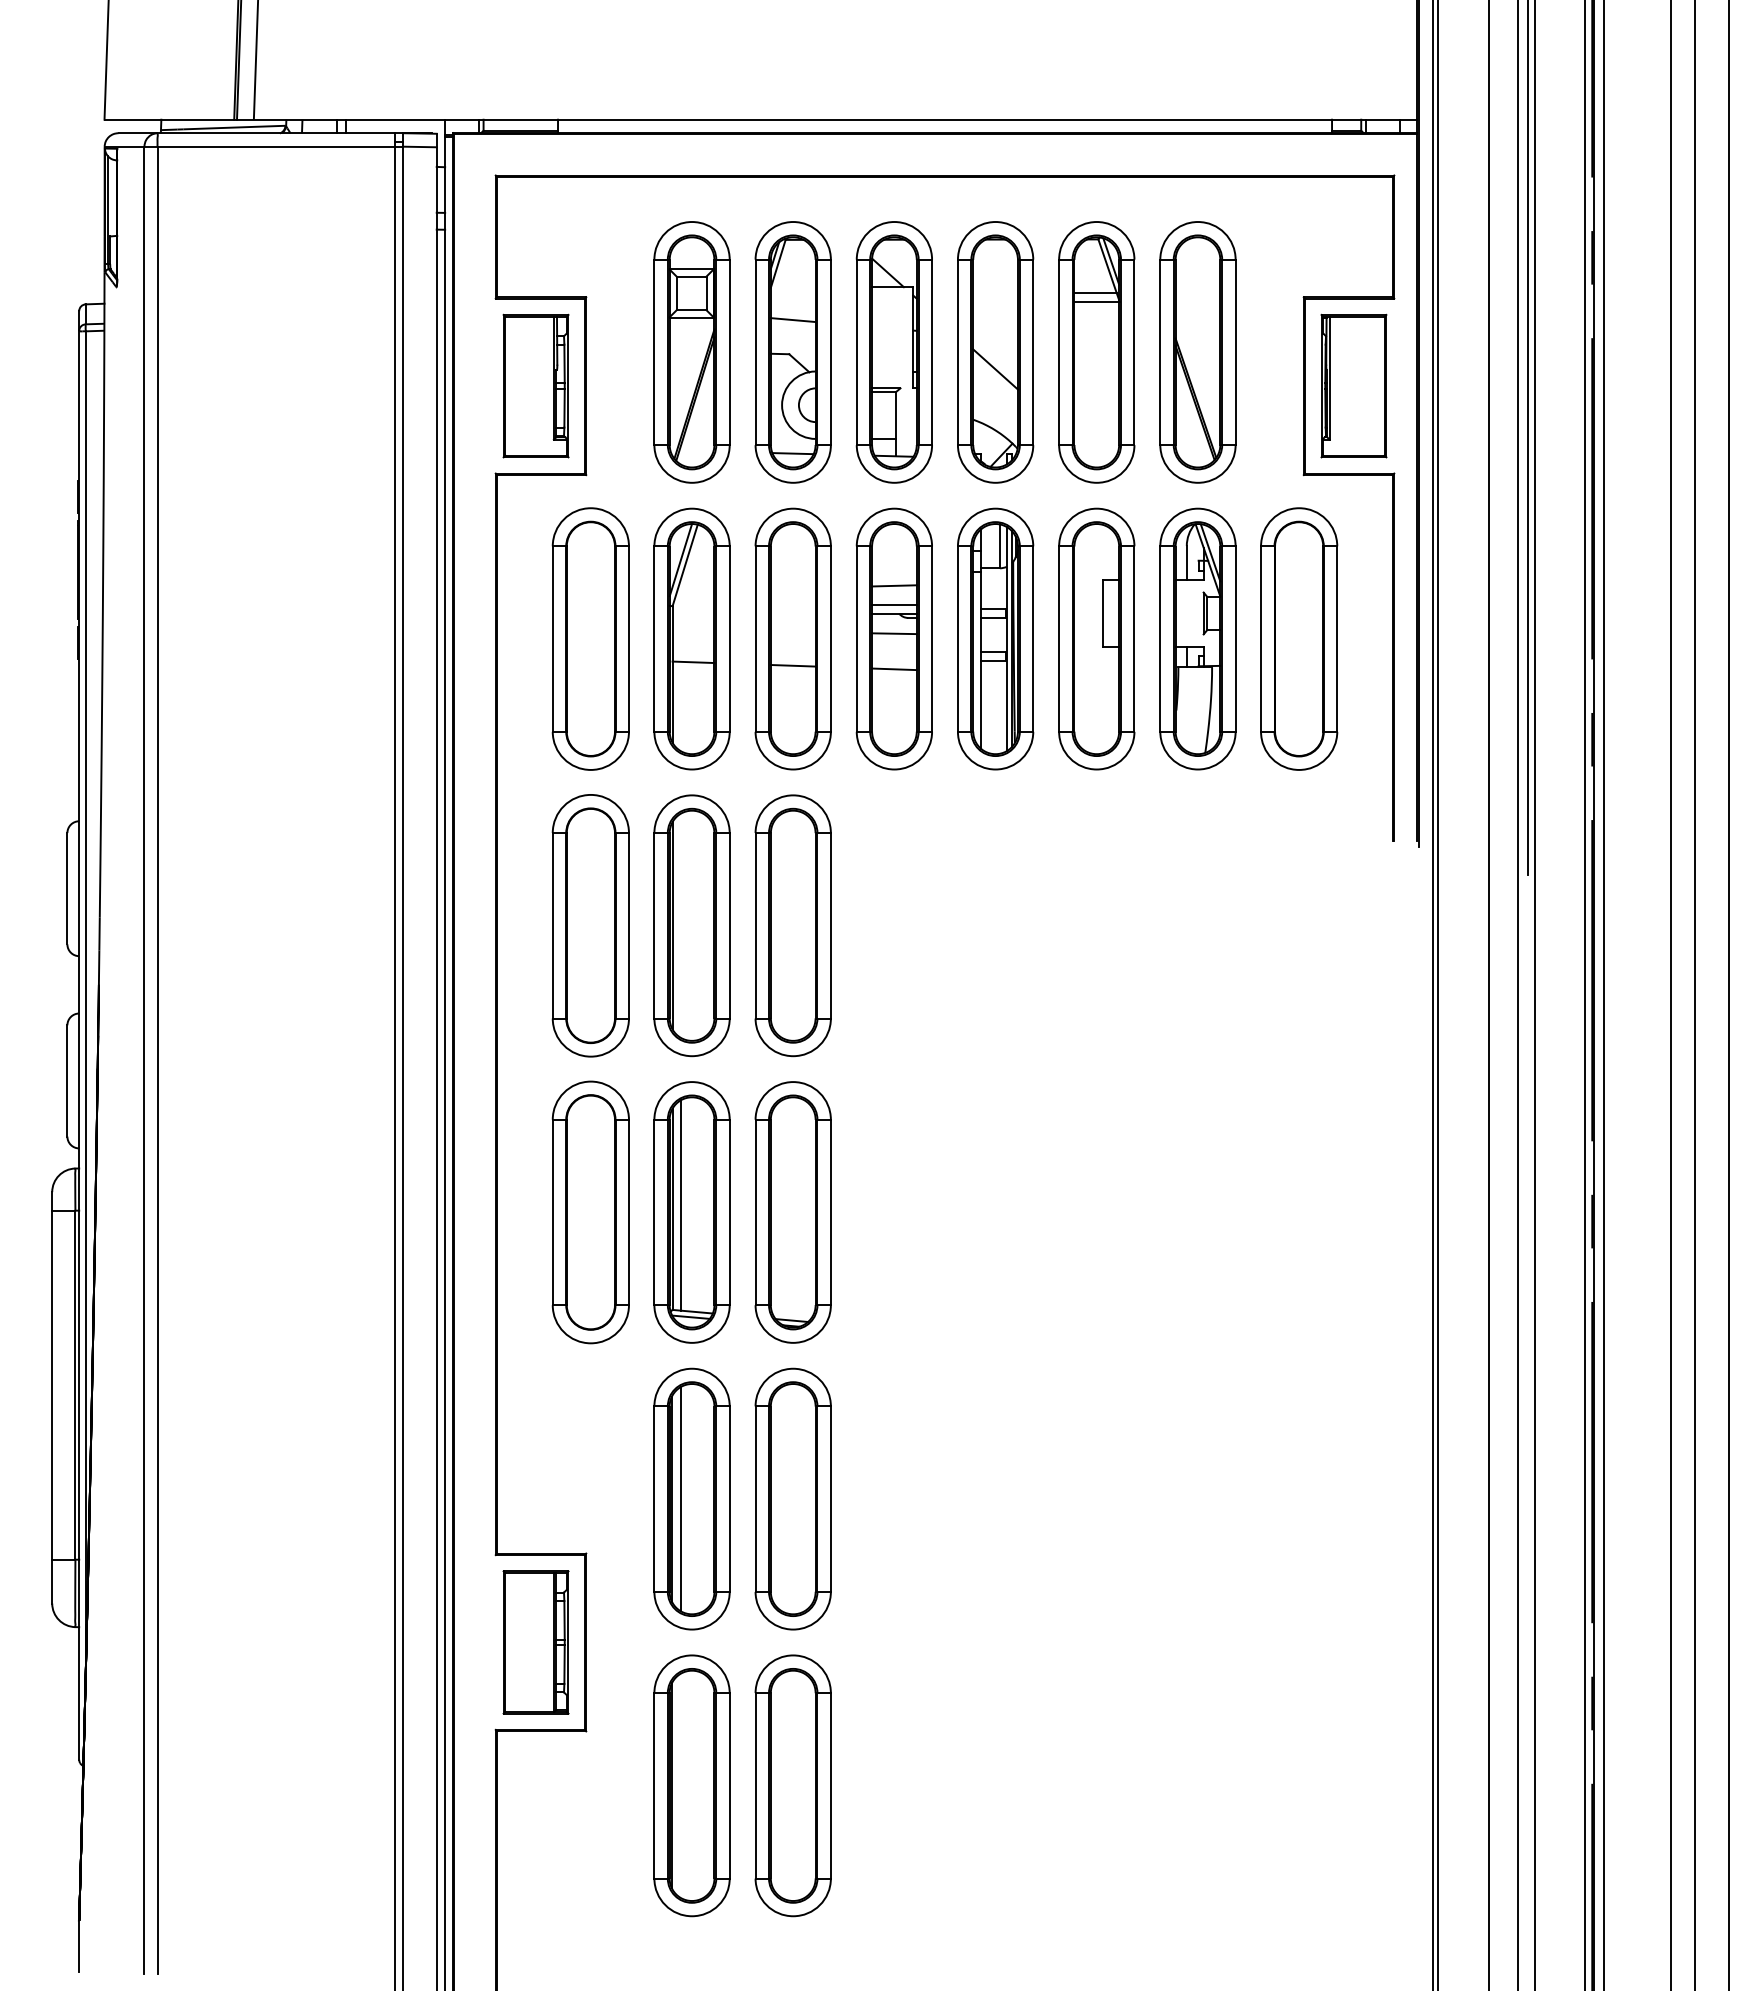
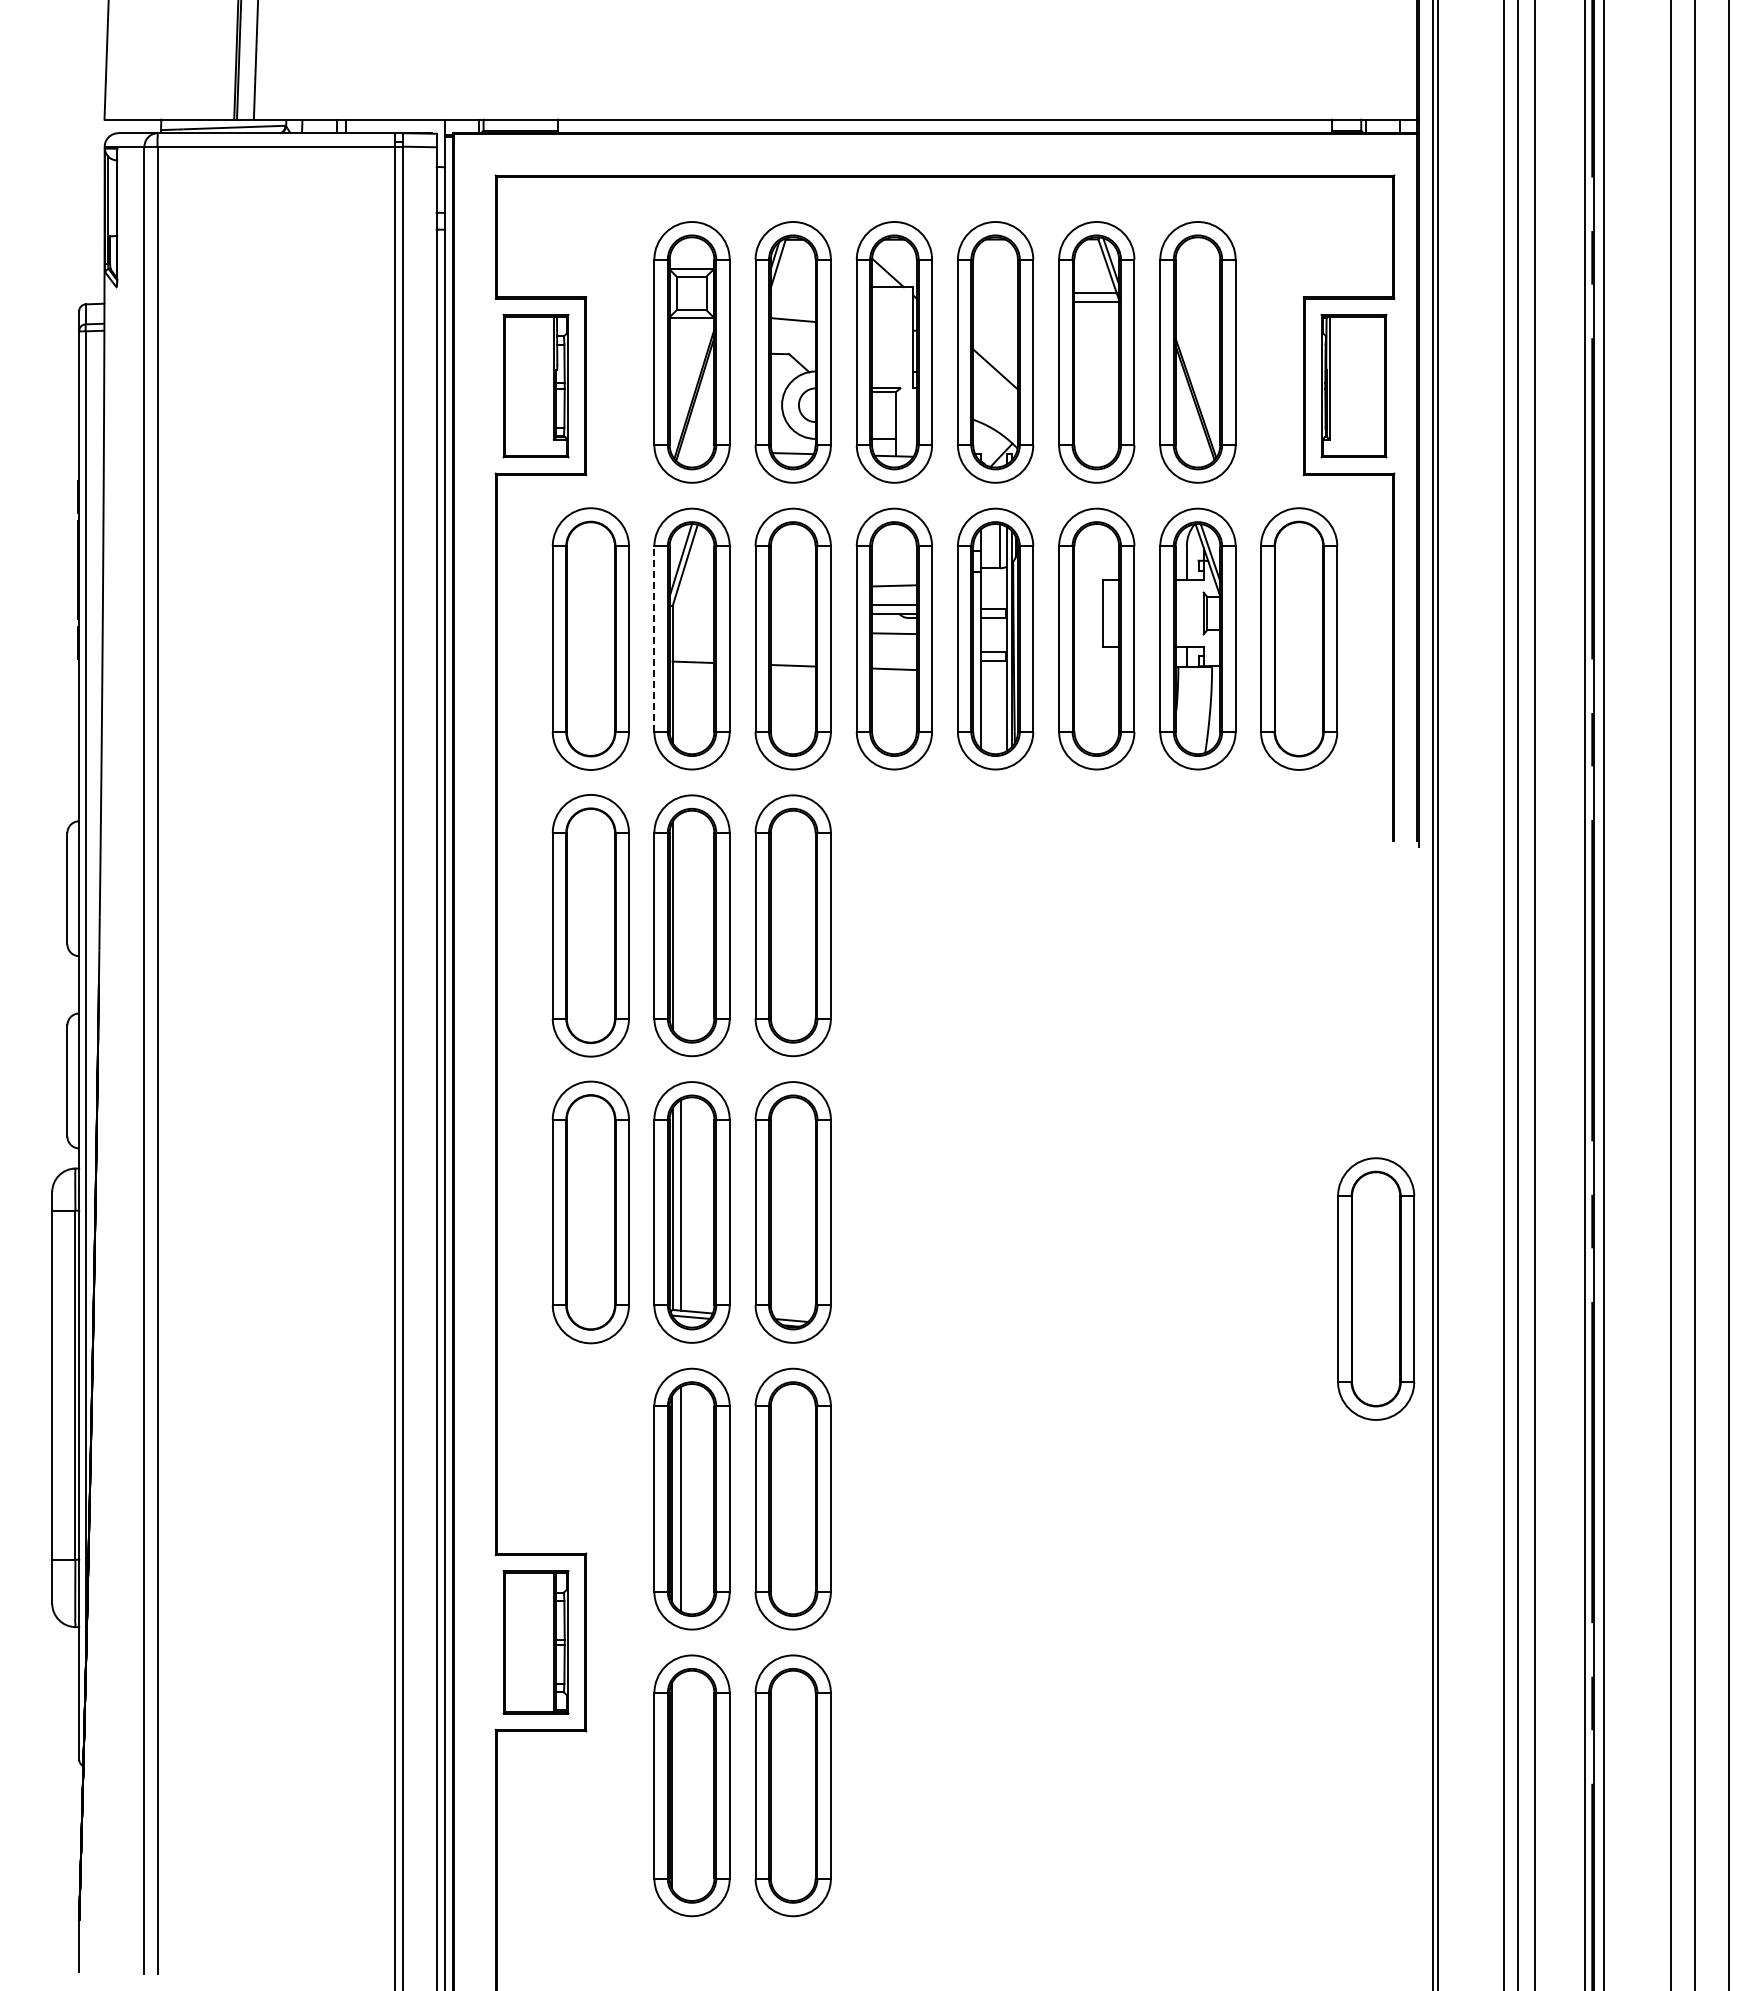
line at (1528, 438): present -> none
line at (654, 639): solid -> dashed
line at (1488, 994) position: (1488, 994) -> (1503, 994)
part at (1376, 1288): none -> present
